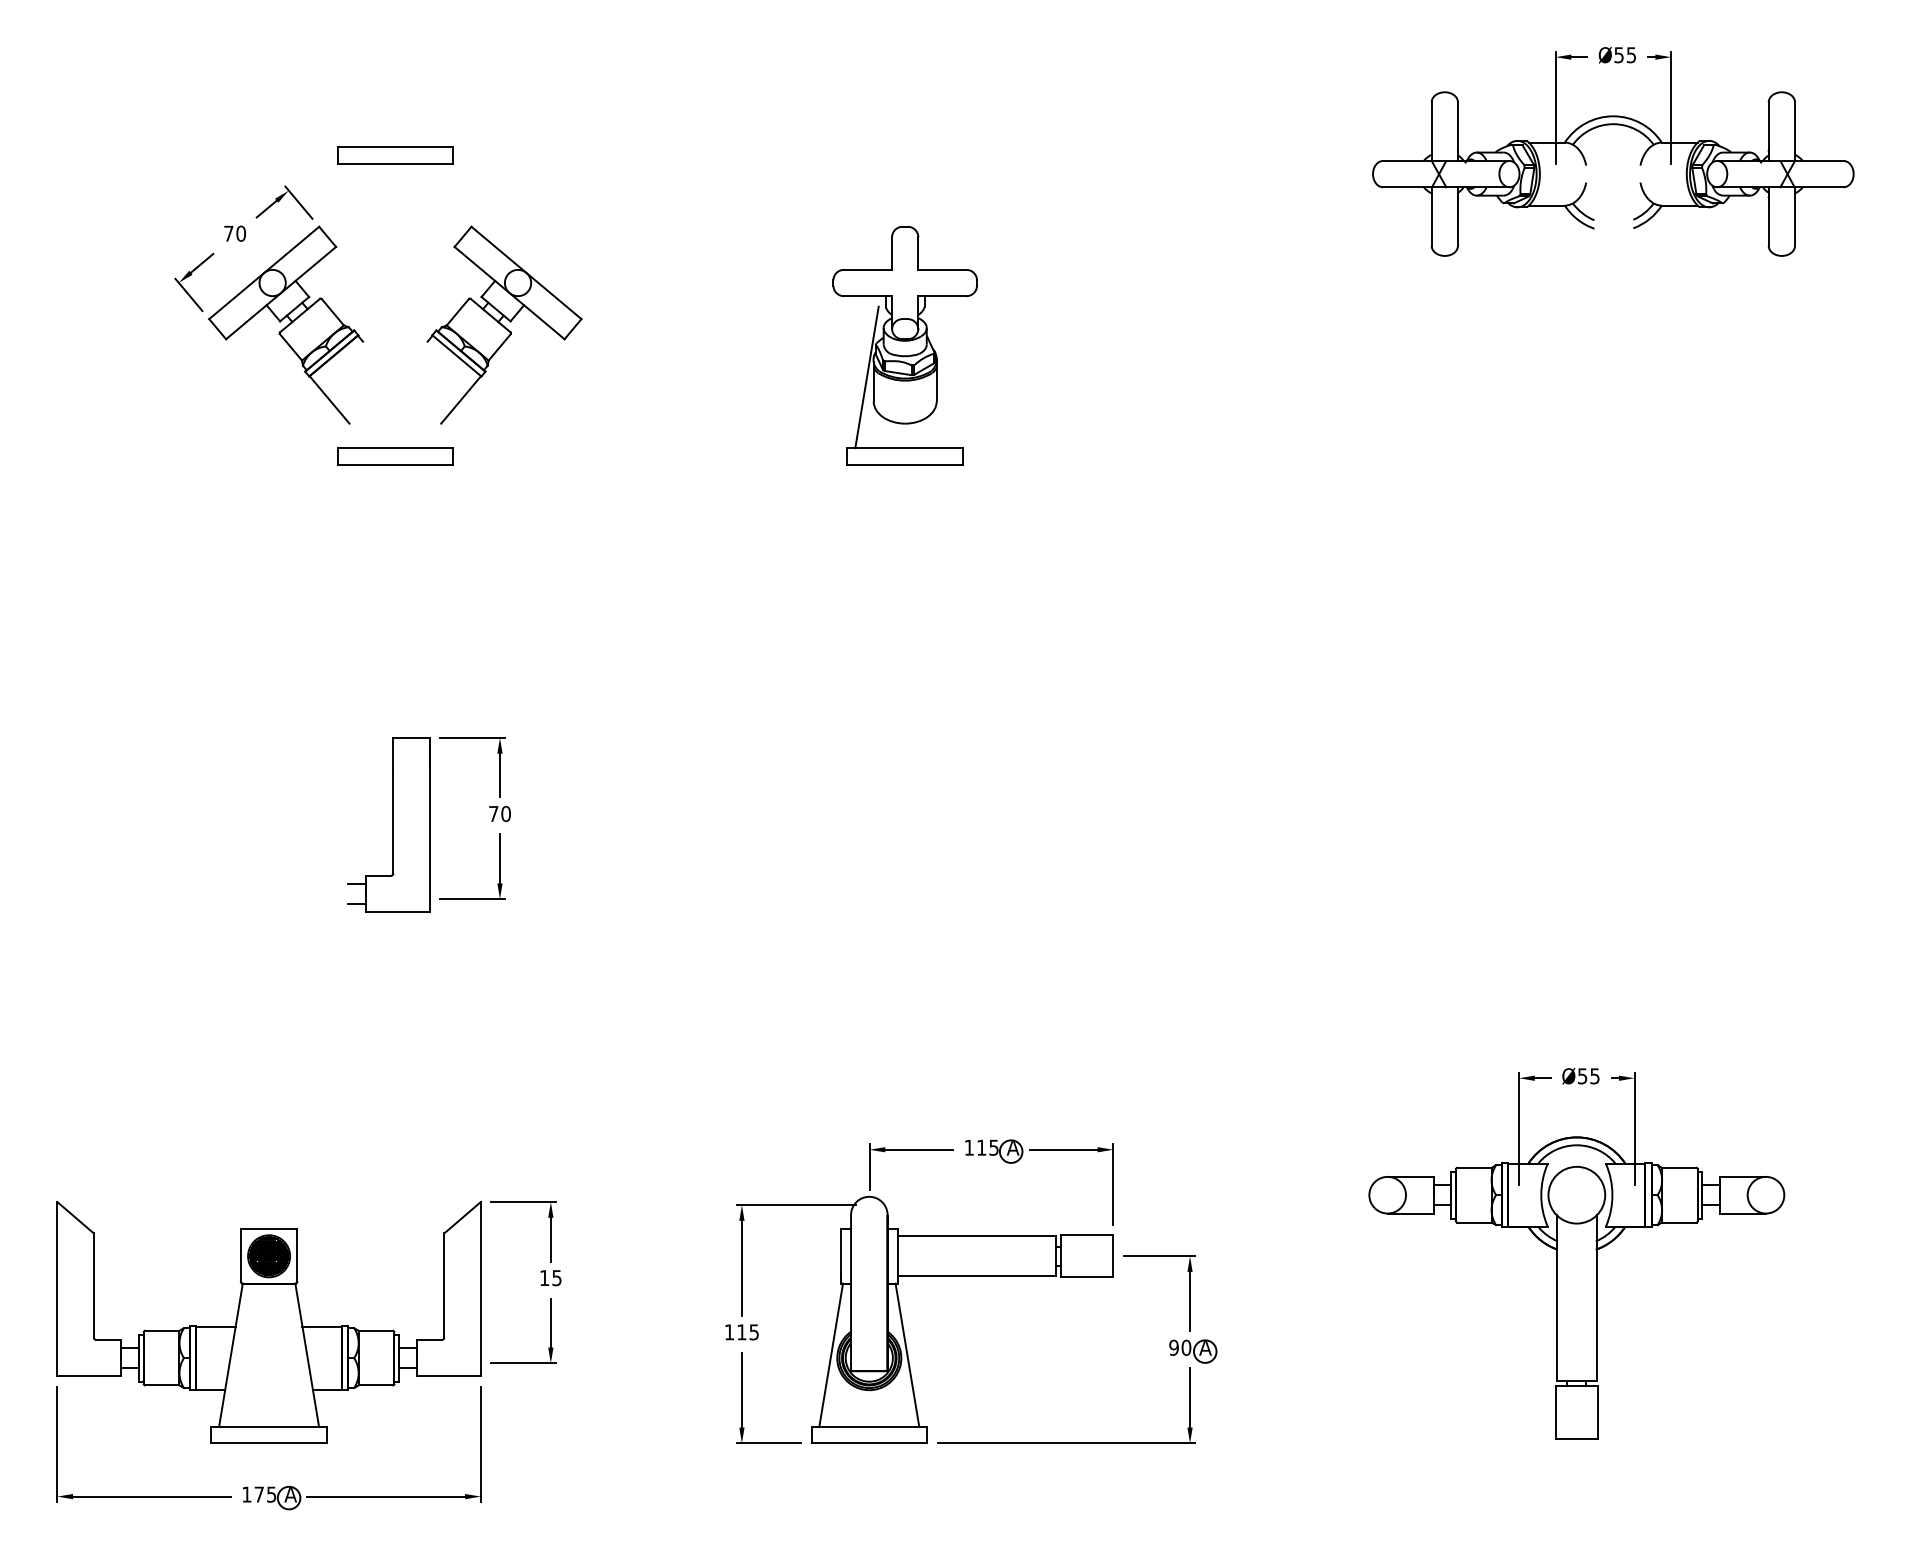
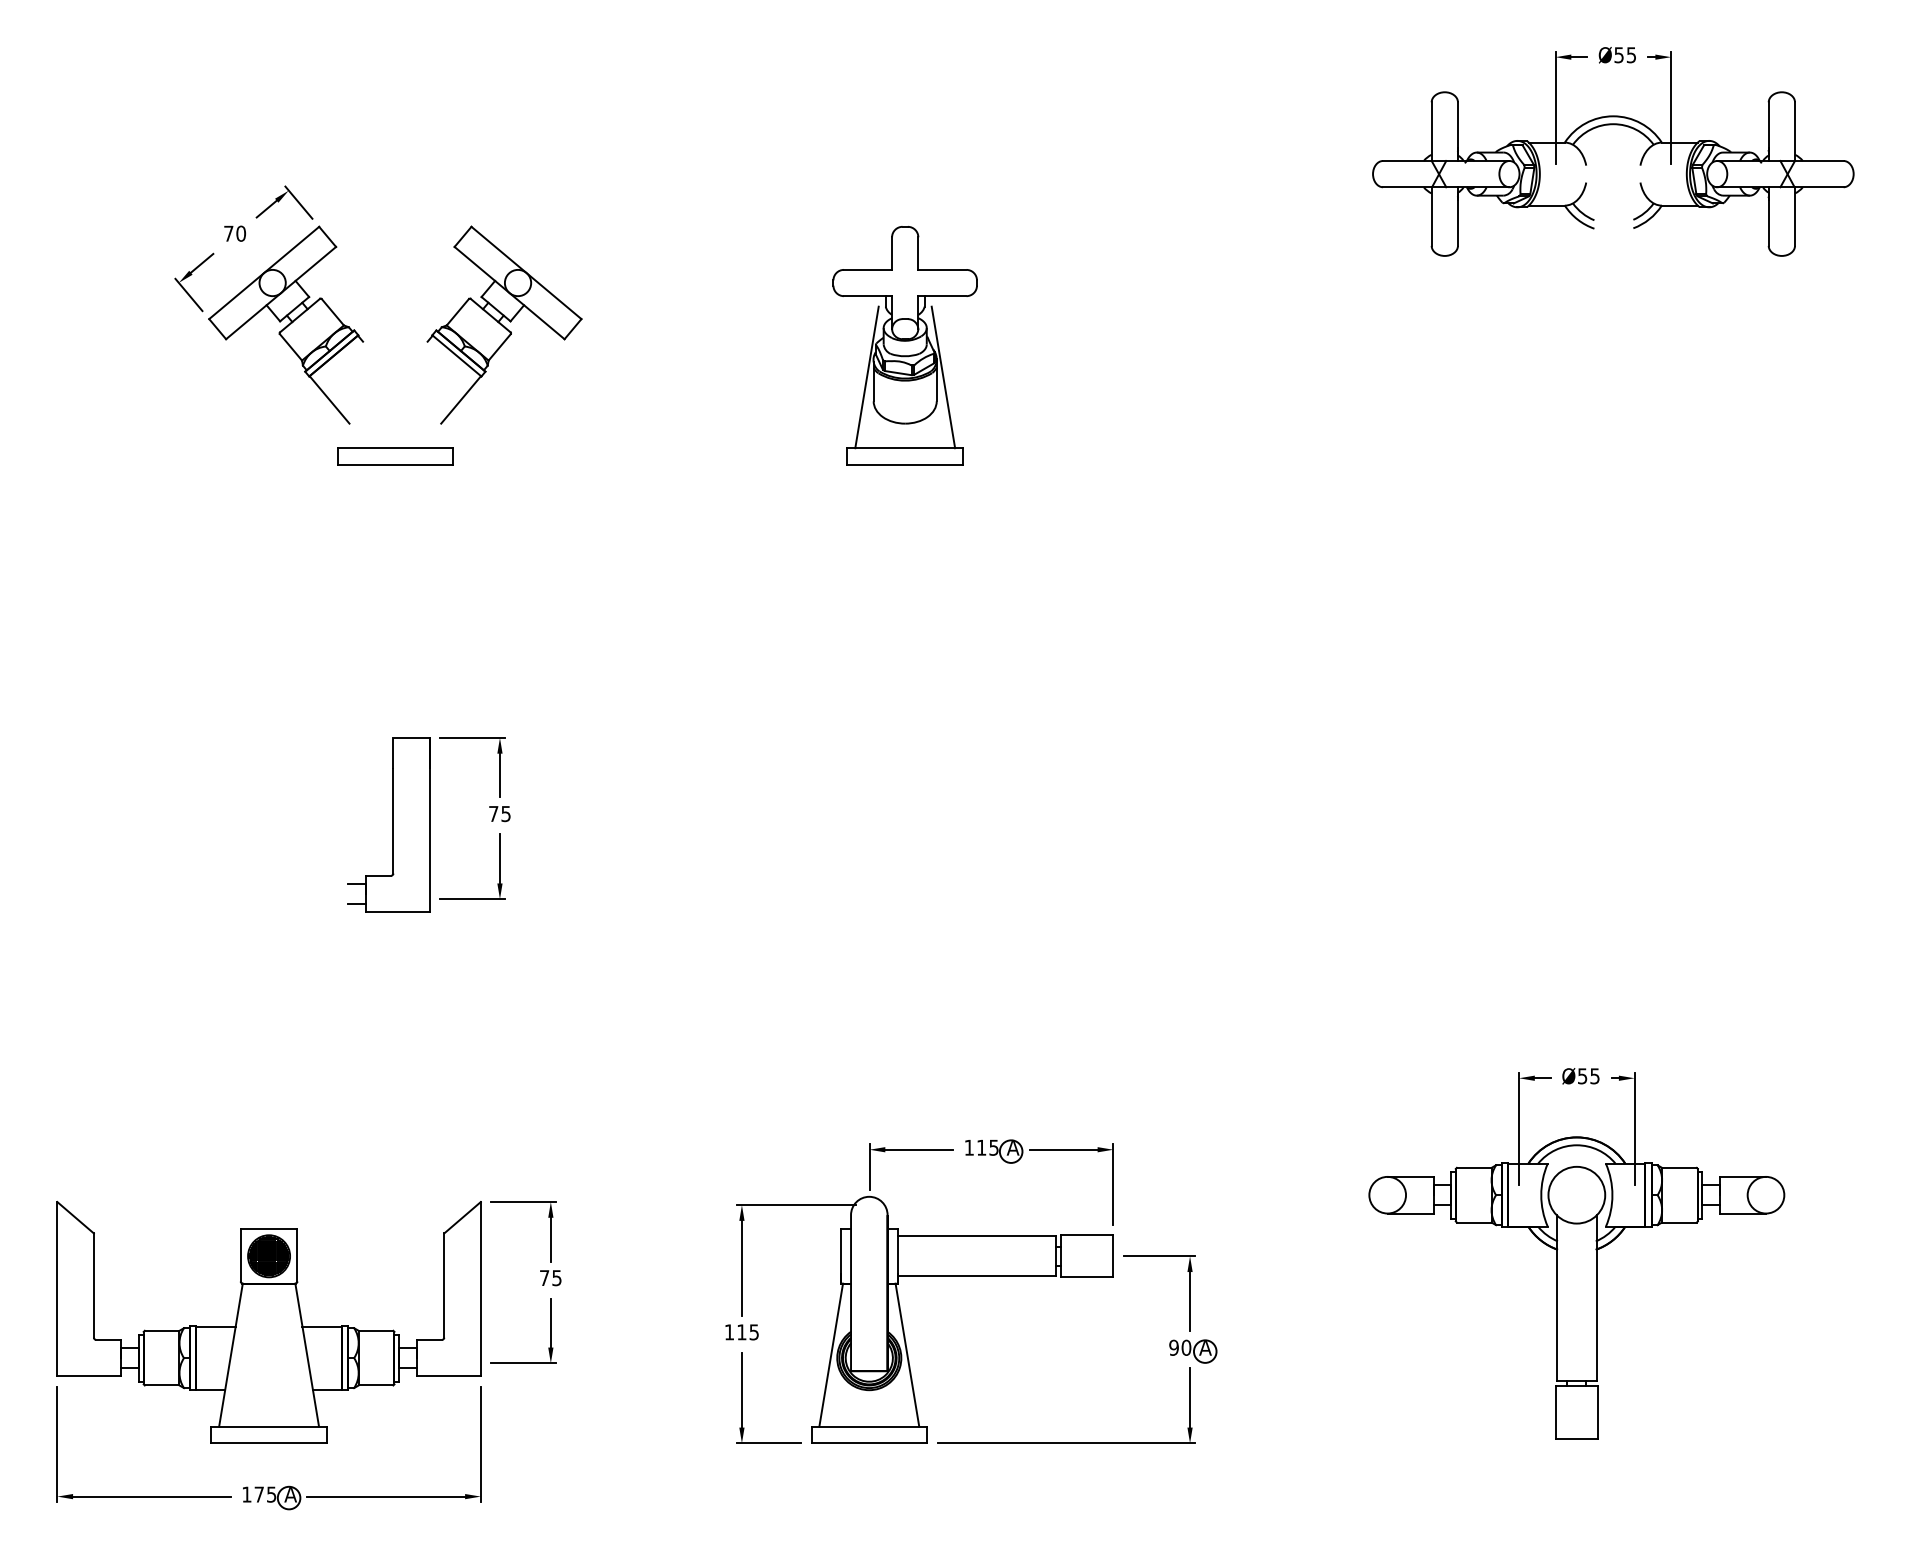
part at (395, 155): present -> none
line at (943, 377): none -> present
text at (505, 813): 70 -> 75
text at (544, 1277): 15 -> 75
